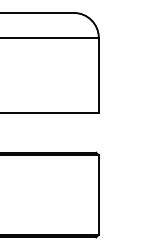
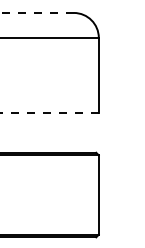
line at (37, 13): solid -> dashed
line at (49, 112): solid -> dashed
